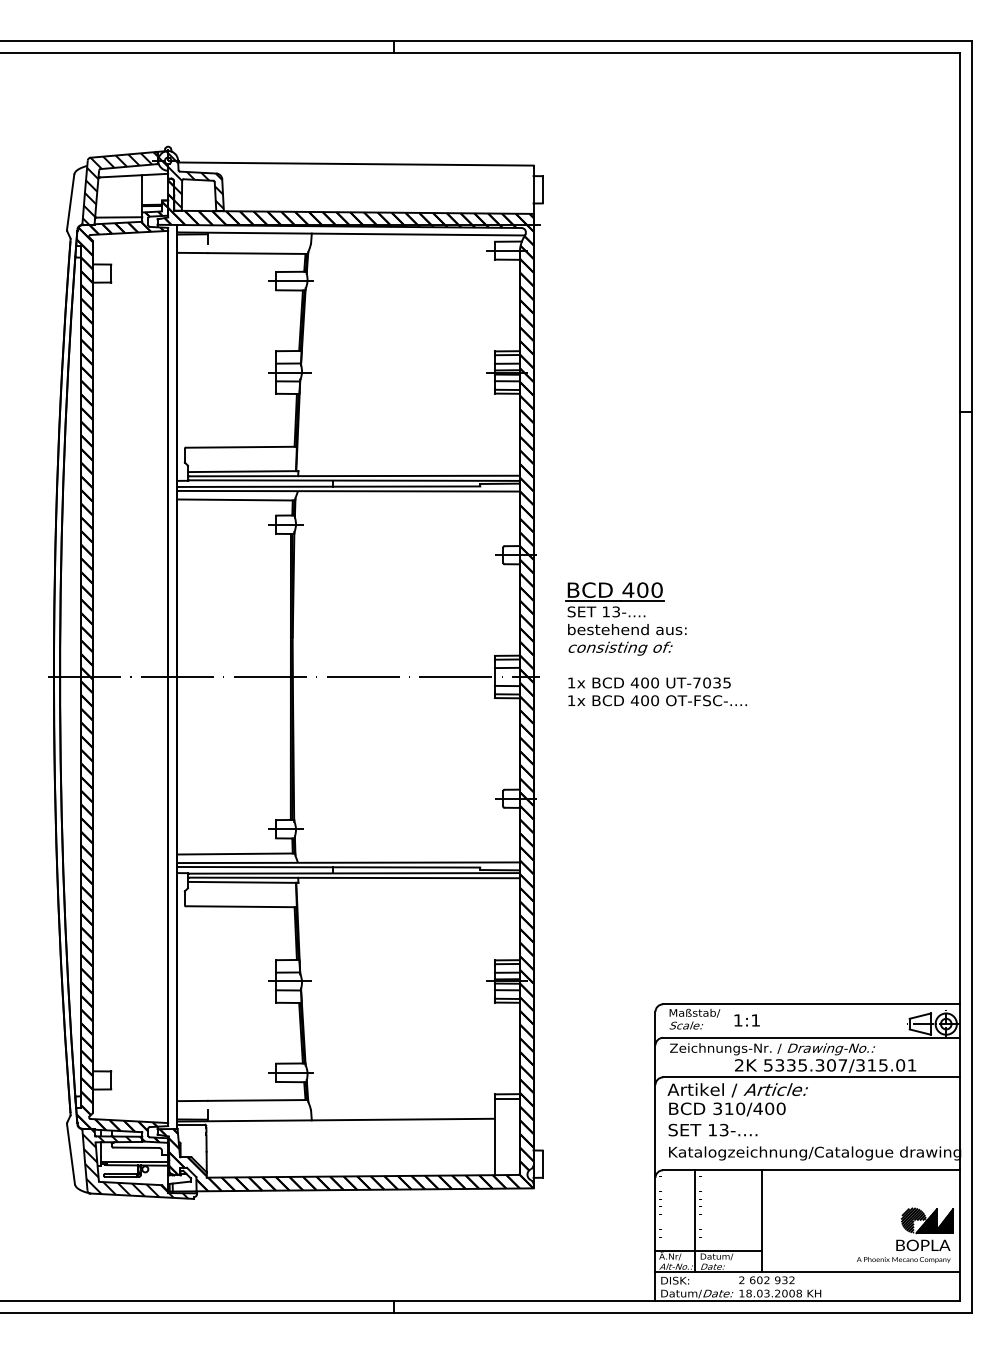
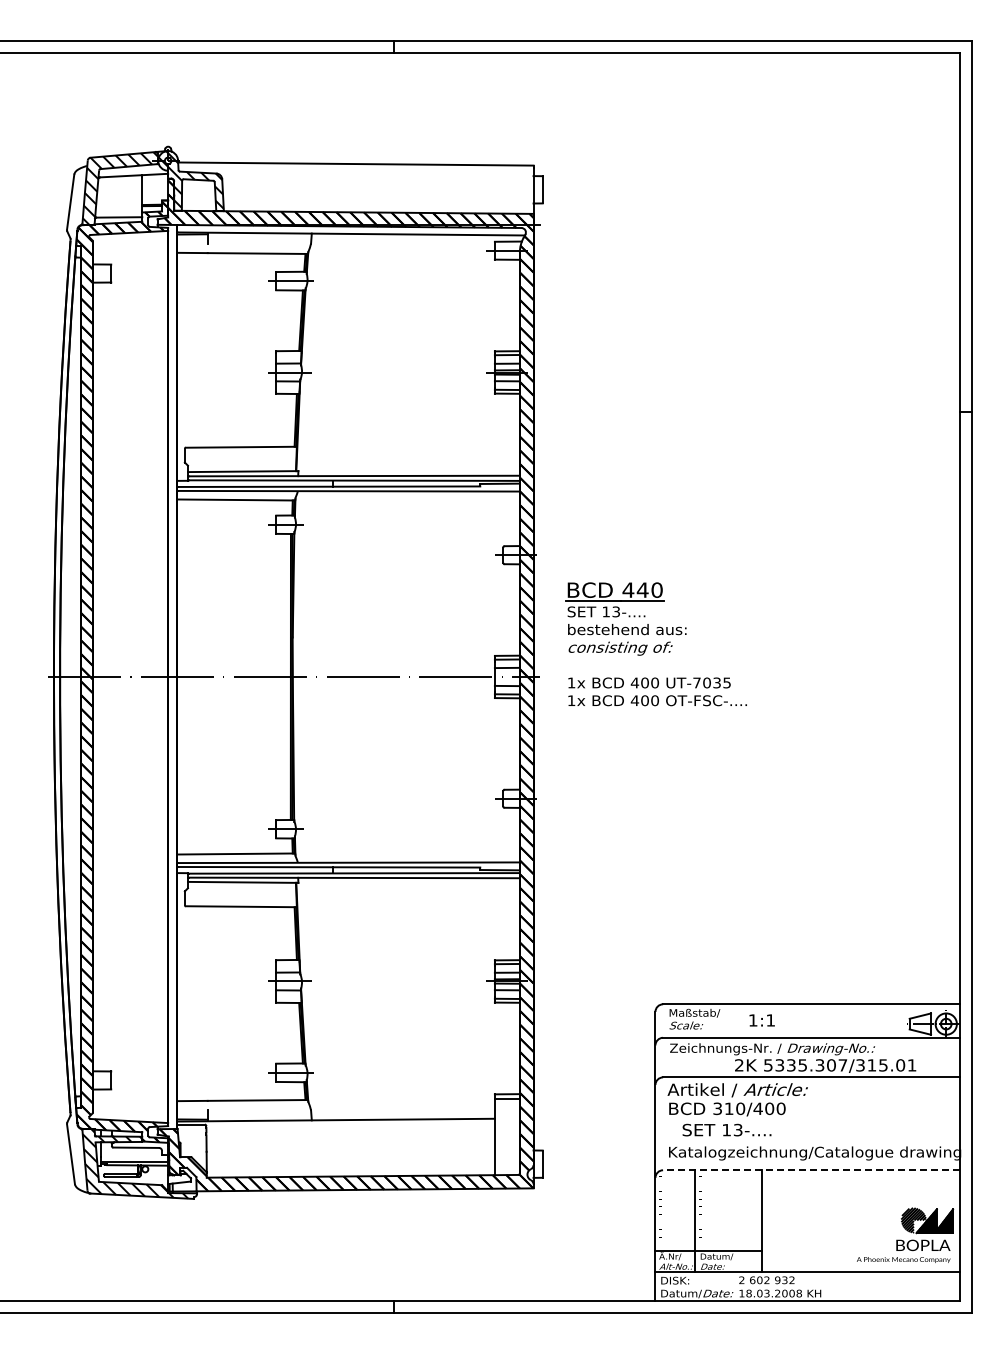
text at (642, 589): 400 -> 440
text at (746, 1020) position: (746, 1020) -> (761, 1020)
text at (712, 1129) position: (712, 1129) -> (726, 1129)
line at (811, 1170): solid -> dashed
